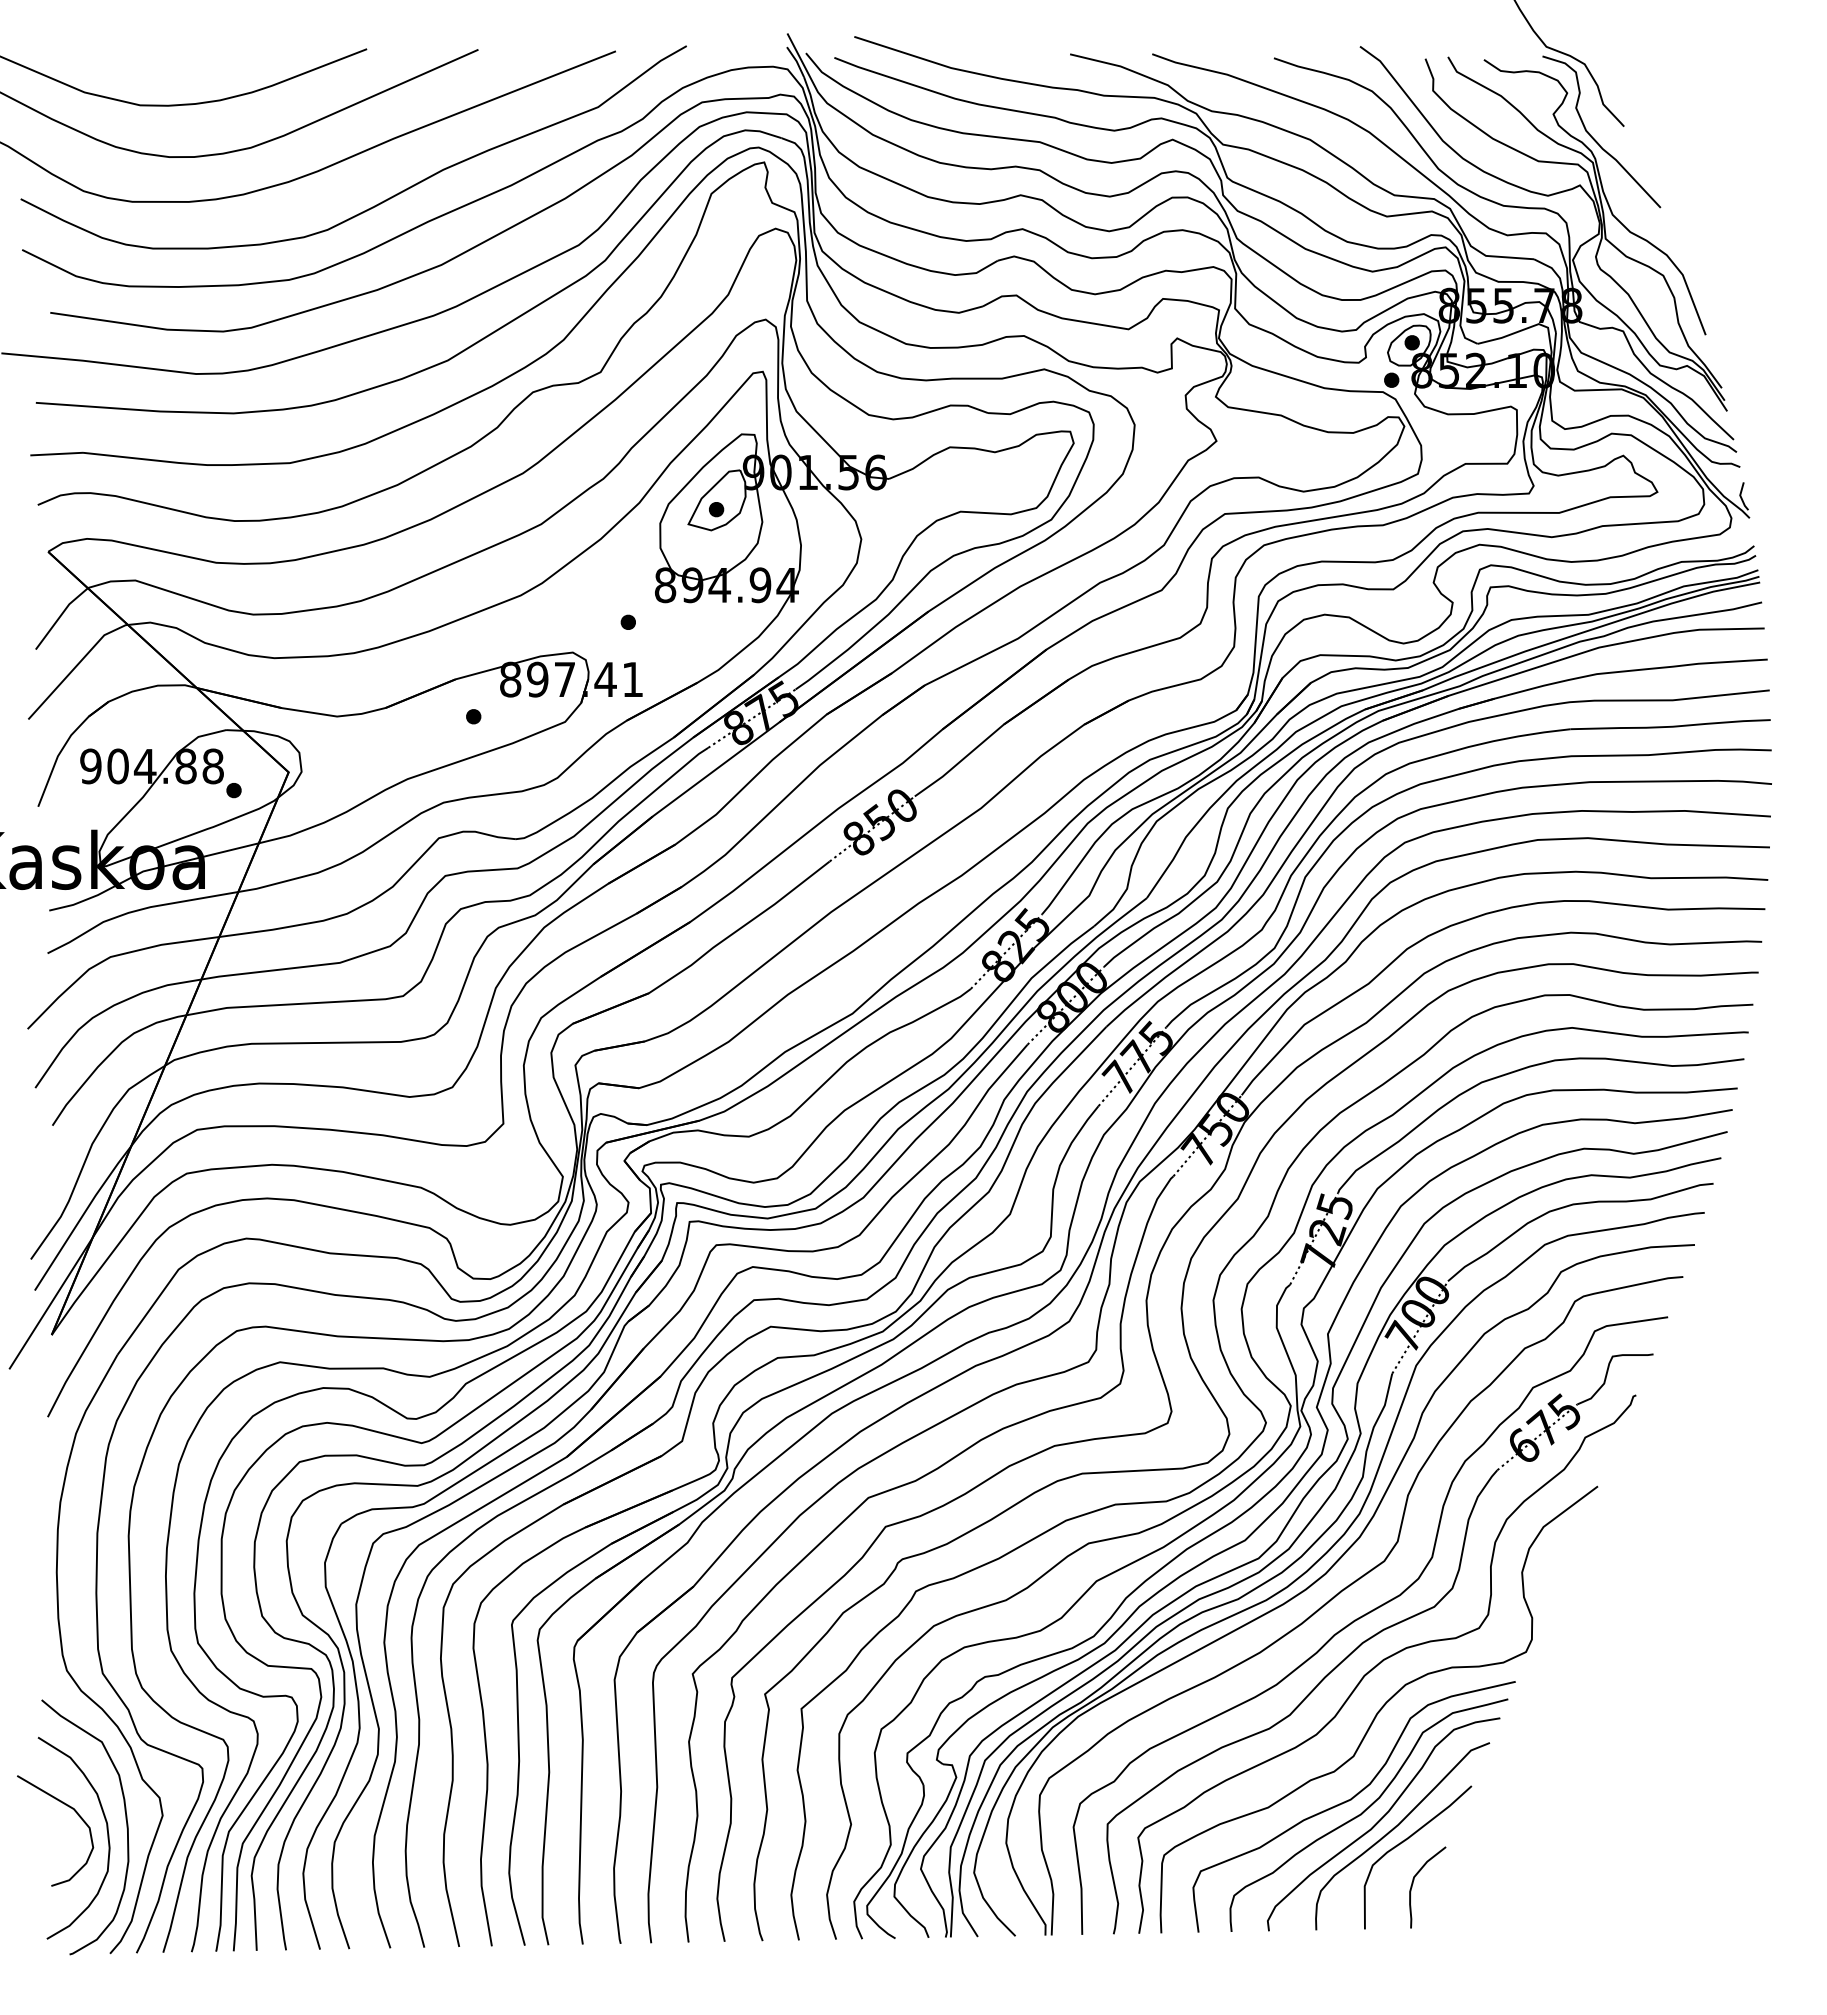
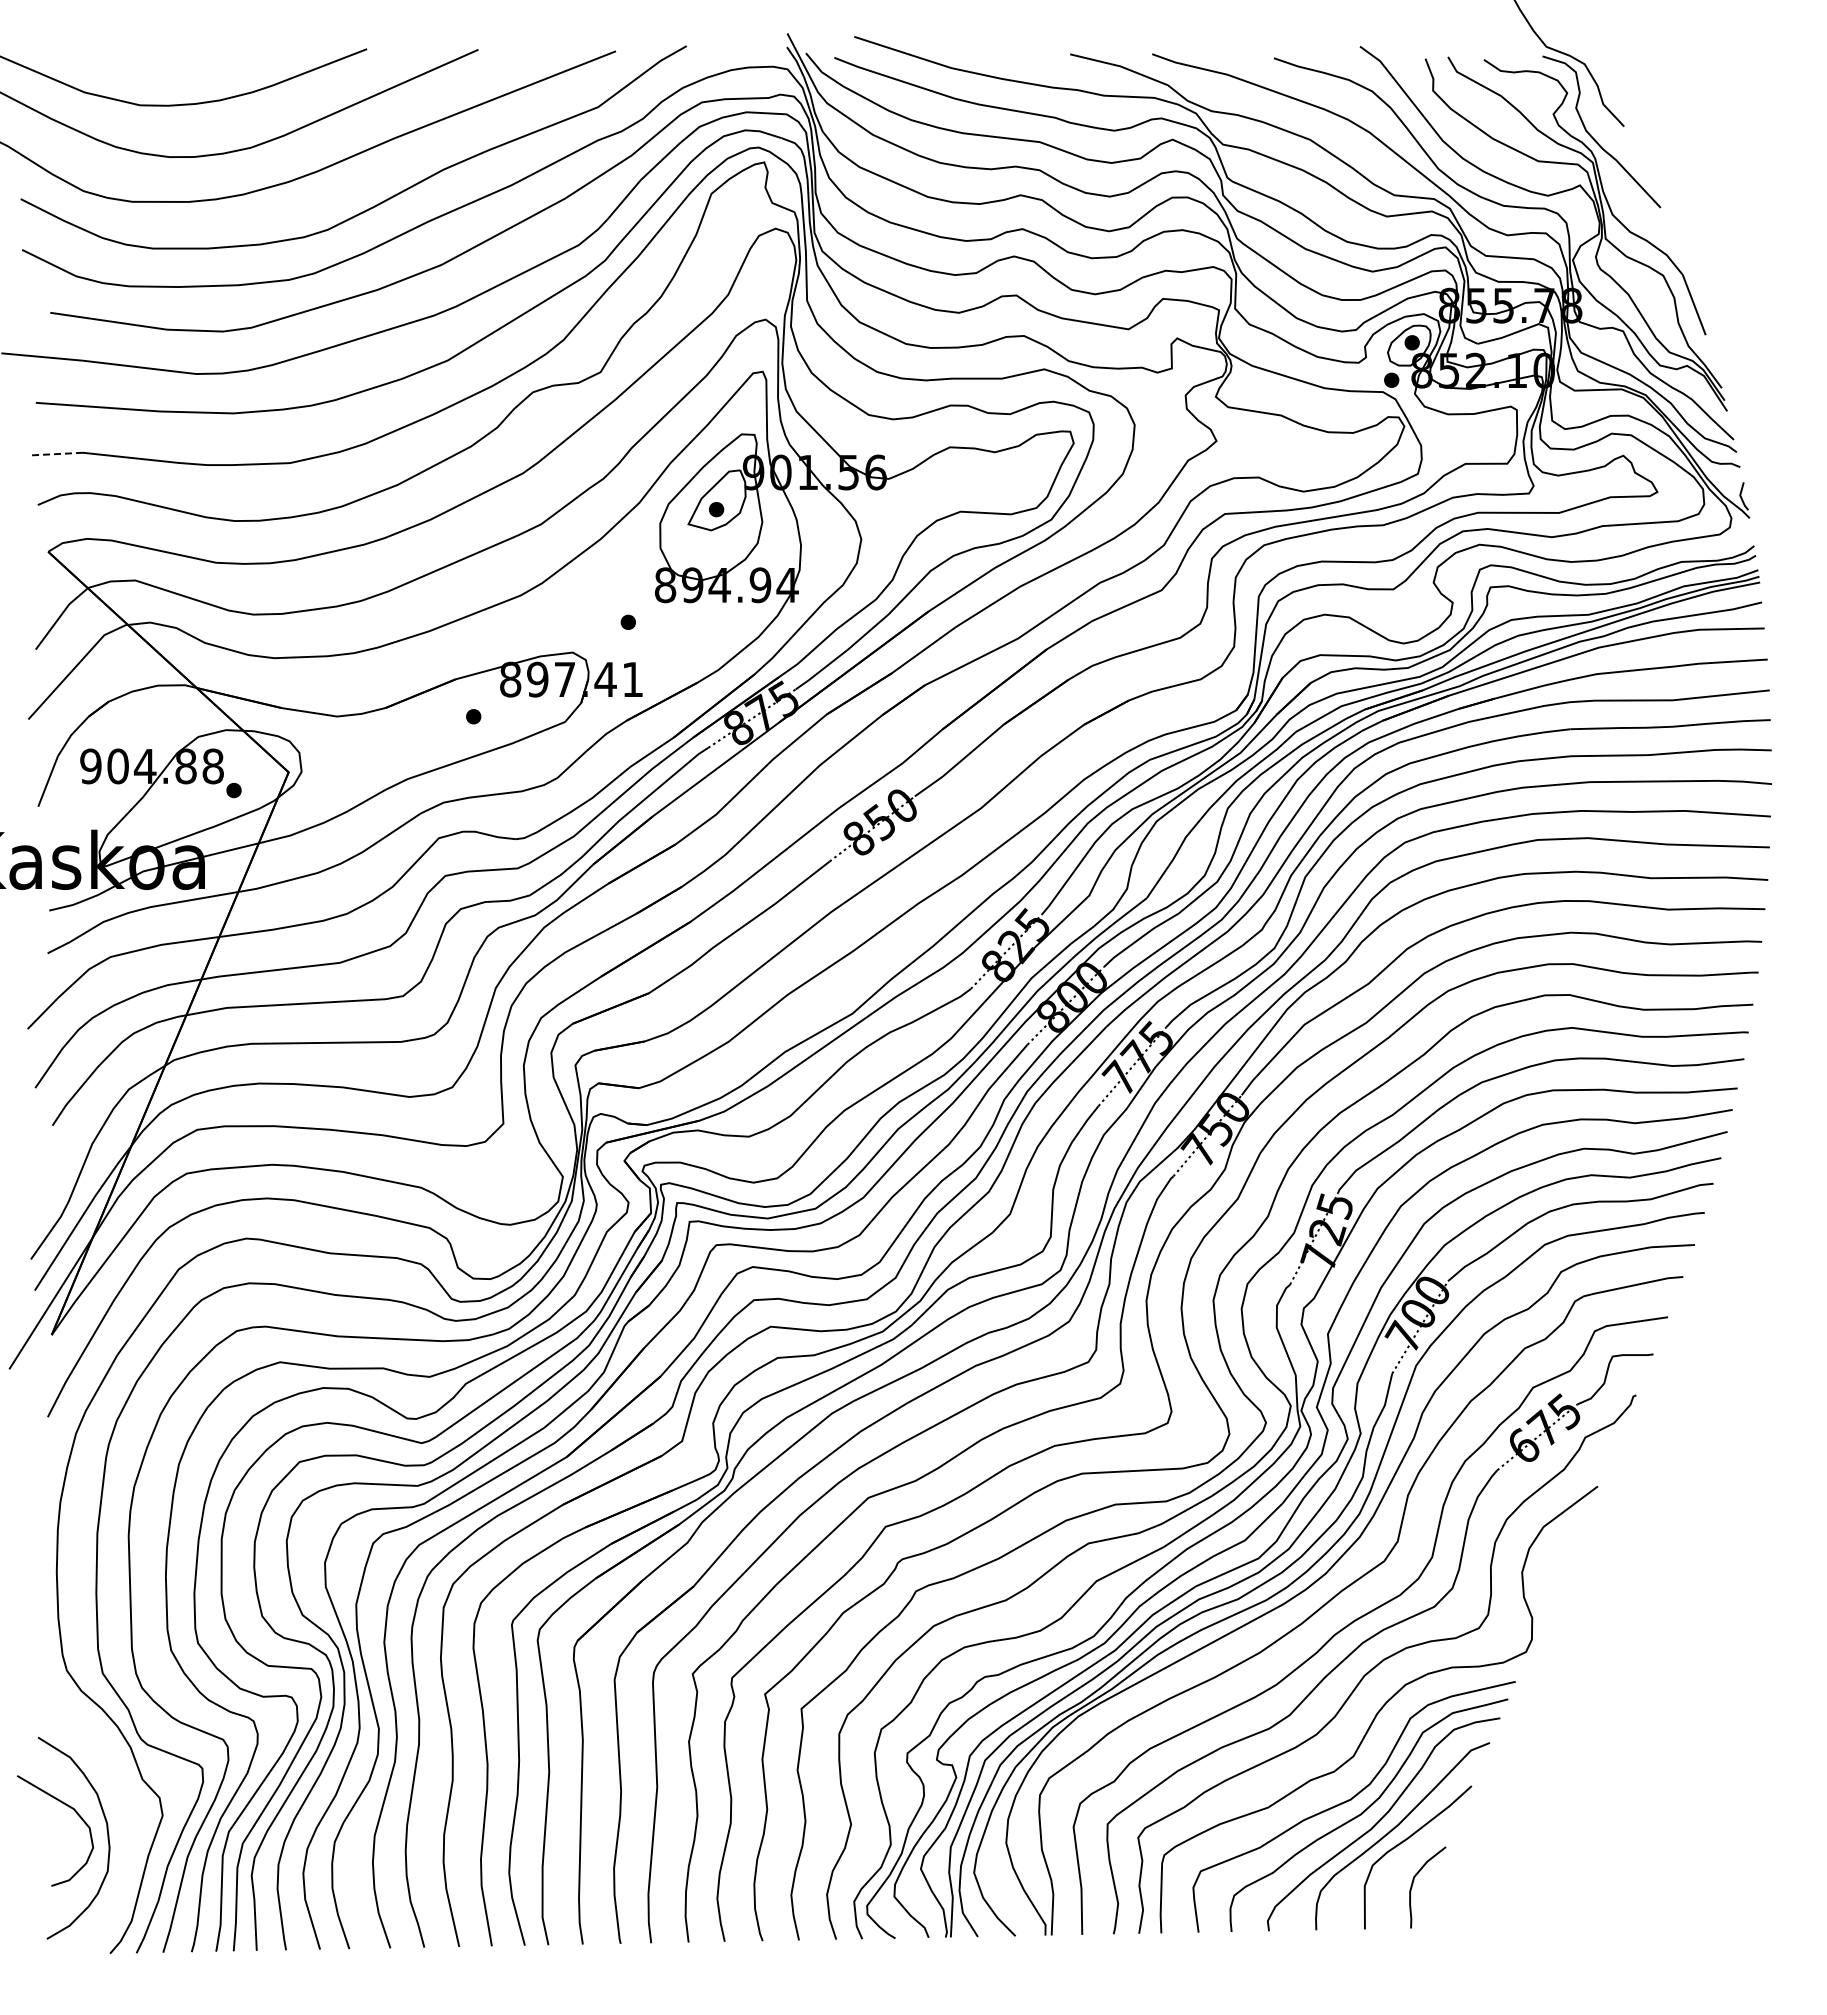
line at (56, 454): solid -> dashed
curve at (125, 1819): present -> none
